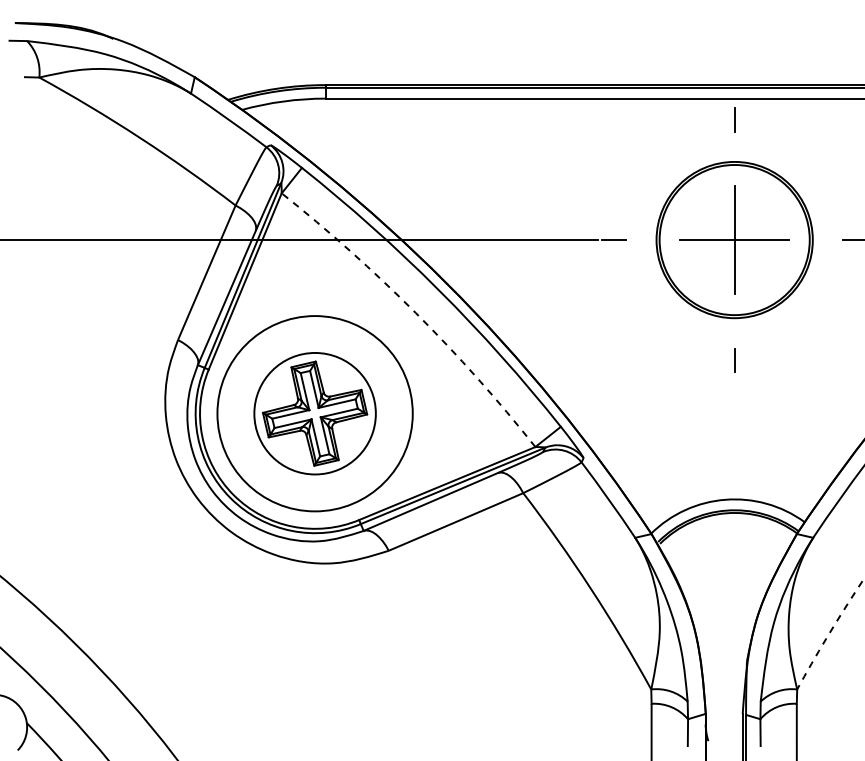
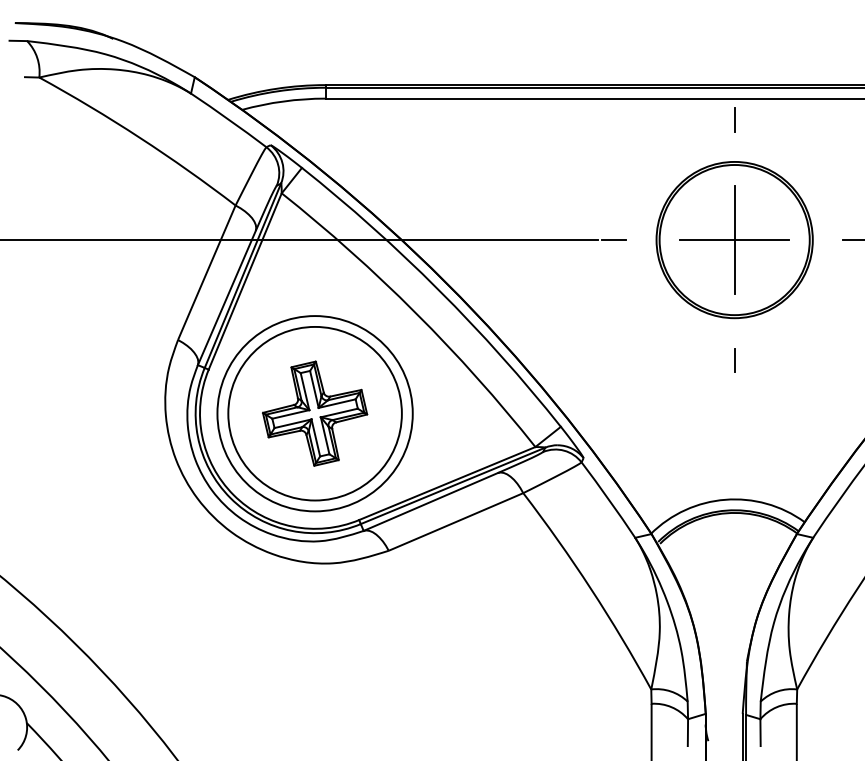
arc at (415, 312): dashed -> solid
circle at (314, 413) diameter: 122 px -> 174 px
arc at (829, 633): dashed -> solid
